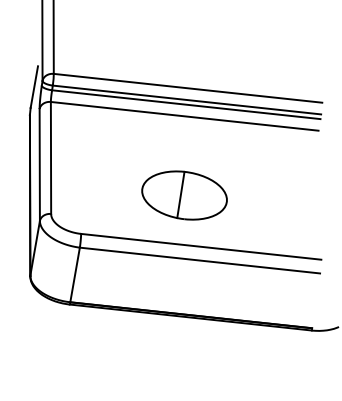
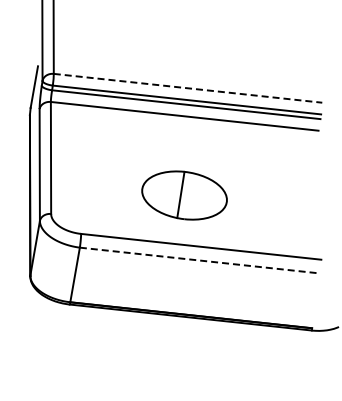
line at (188, 88): solid -> dashed
line at (199, 260): solid -> dashed
